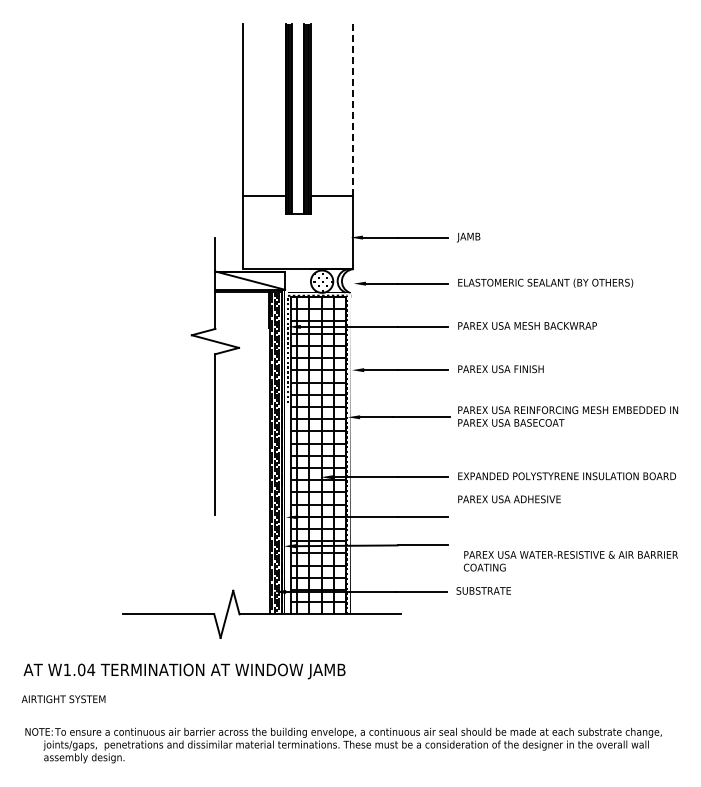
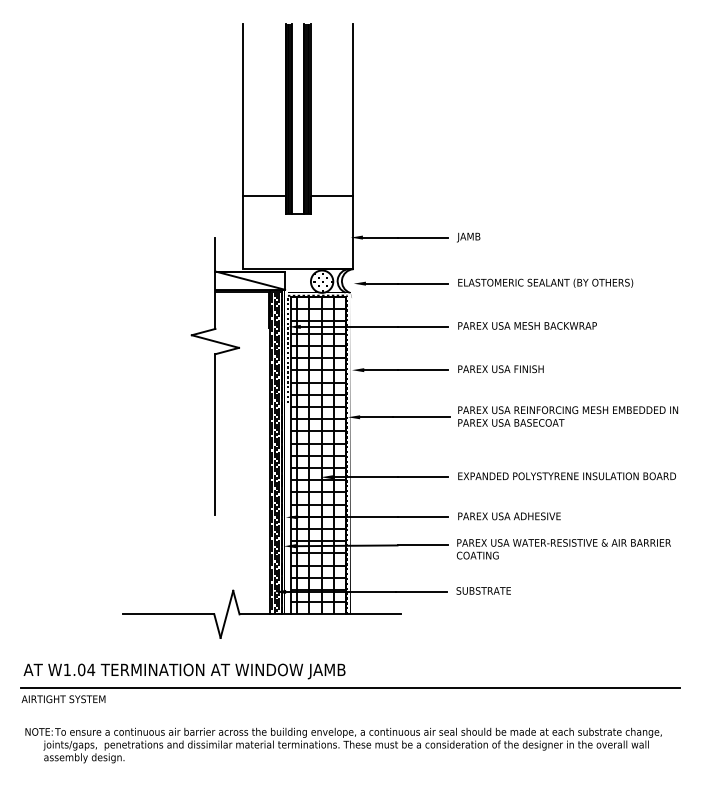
line at (353, 109): dashed -> solid
text at (509, 499) position: (509, 499) -> (509, 516)
text at (570, 561) position: (570, 561) -> (563, 549)
line at (350, 687): none -> present
